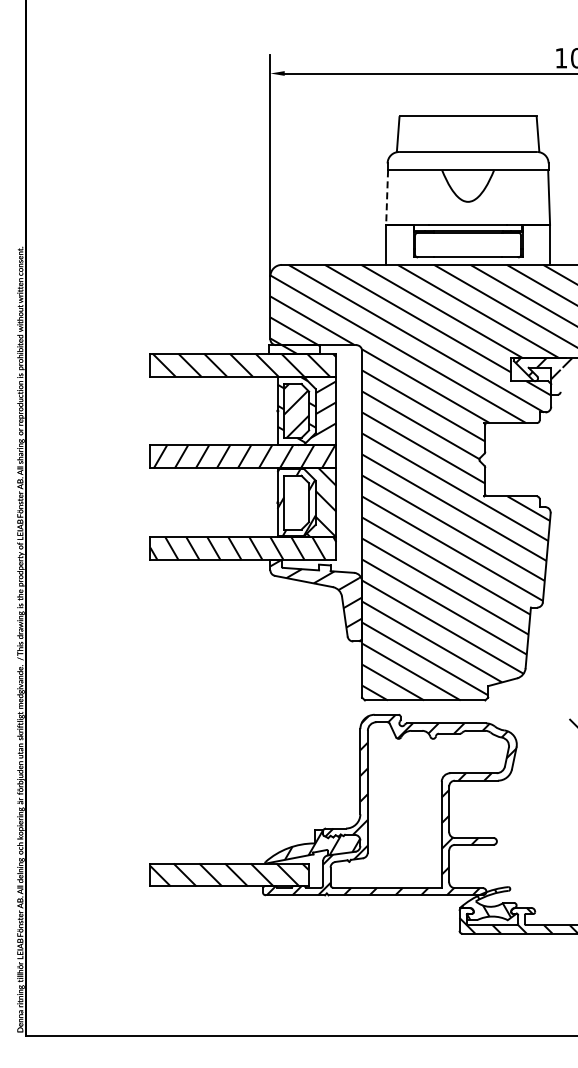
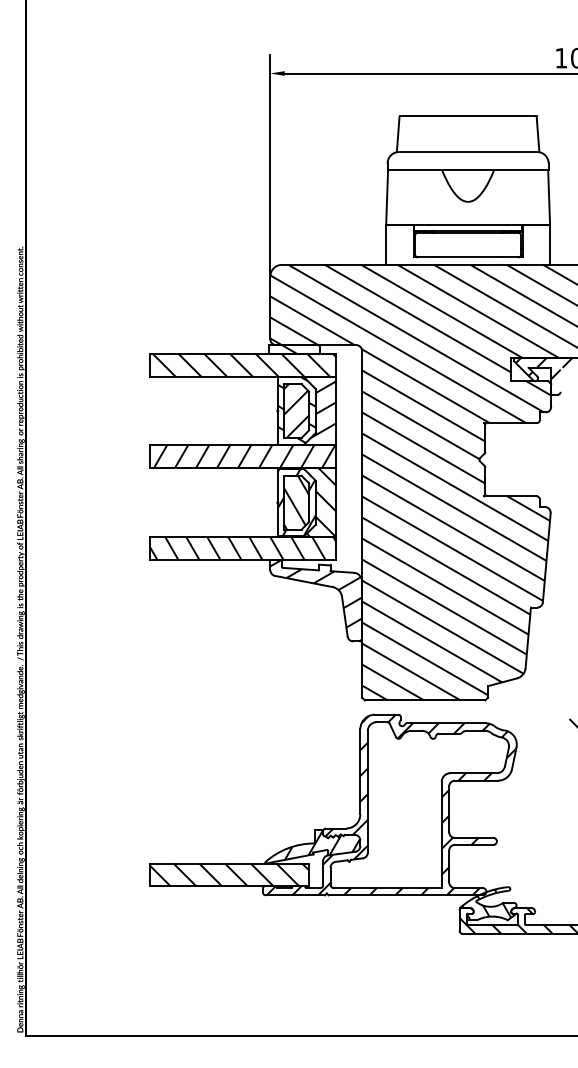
line at (387, 198): dashed -> solid
hatch at (296, 502): none -> present
